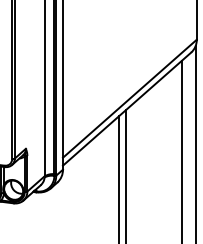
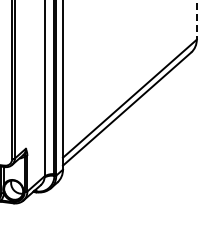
line at (196, 20): solid -> dashed
line at (195, 142): present -> none
line at (182, 150): present -> none
line at (125, 175): present -> none
line at (119, 178): present -> none
